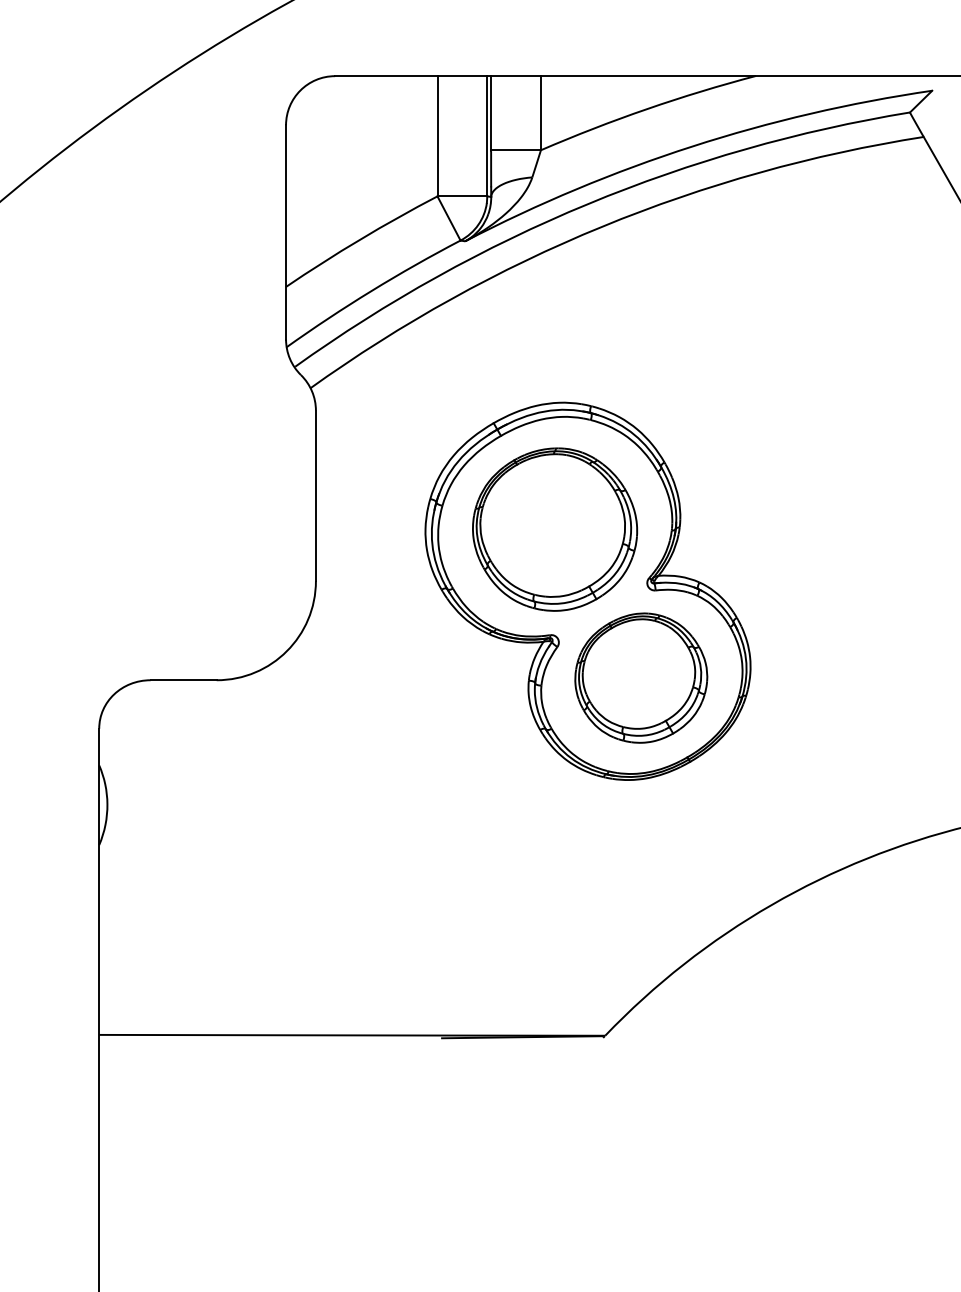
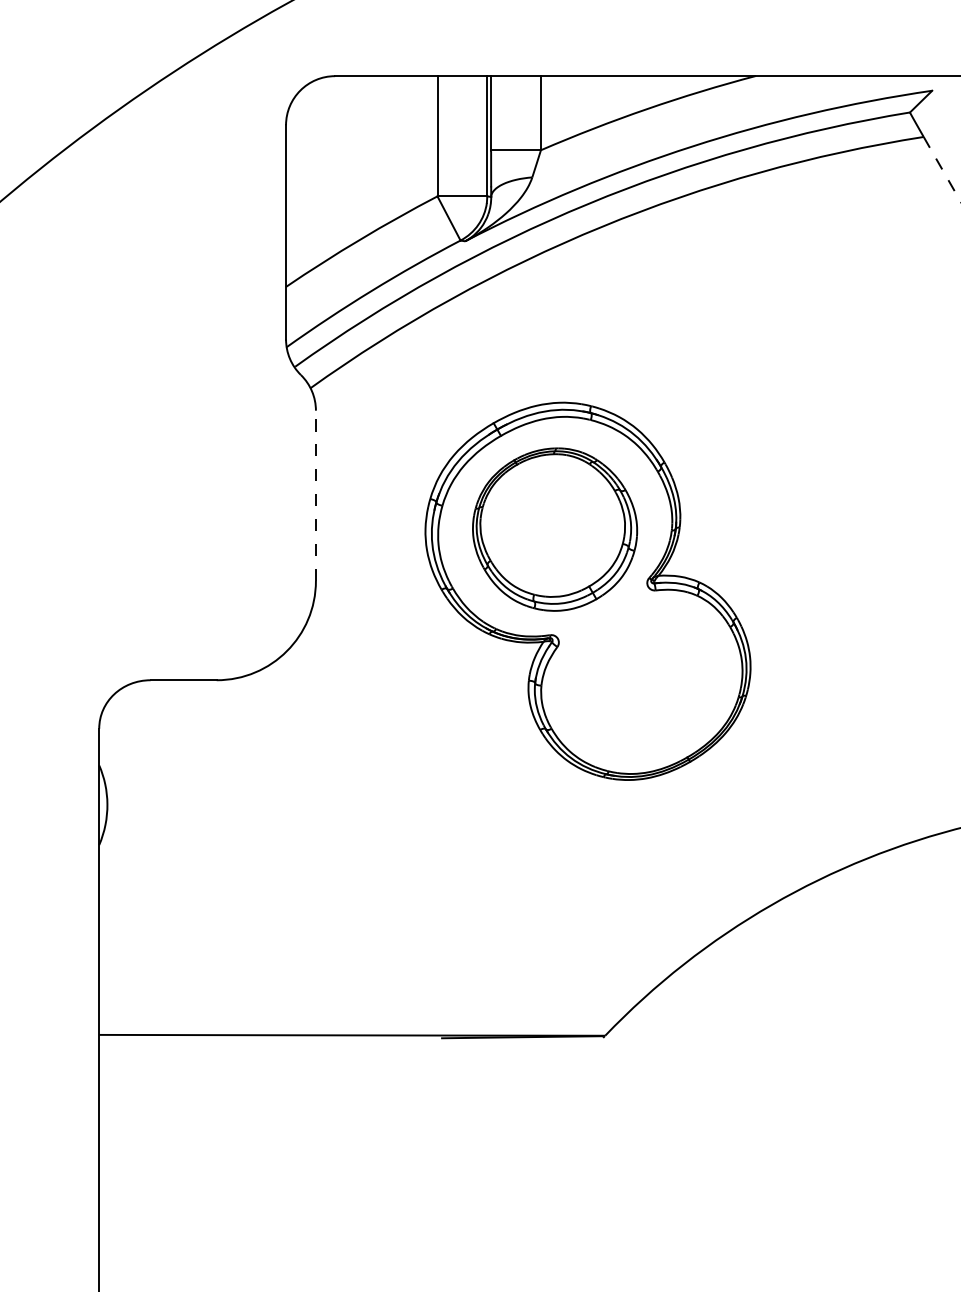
line at (942, 169): solid -> dashed
line at (315, 495): solid -> dashed
part at (641, 677): present -> none
